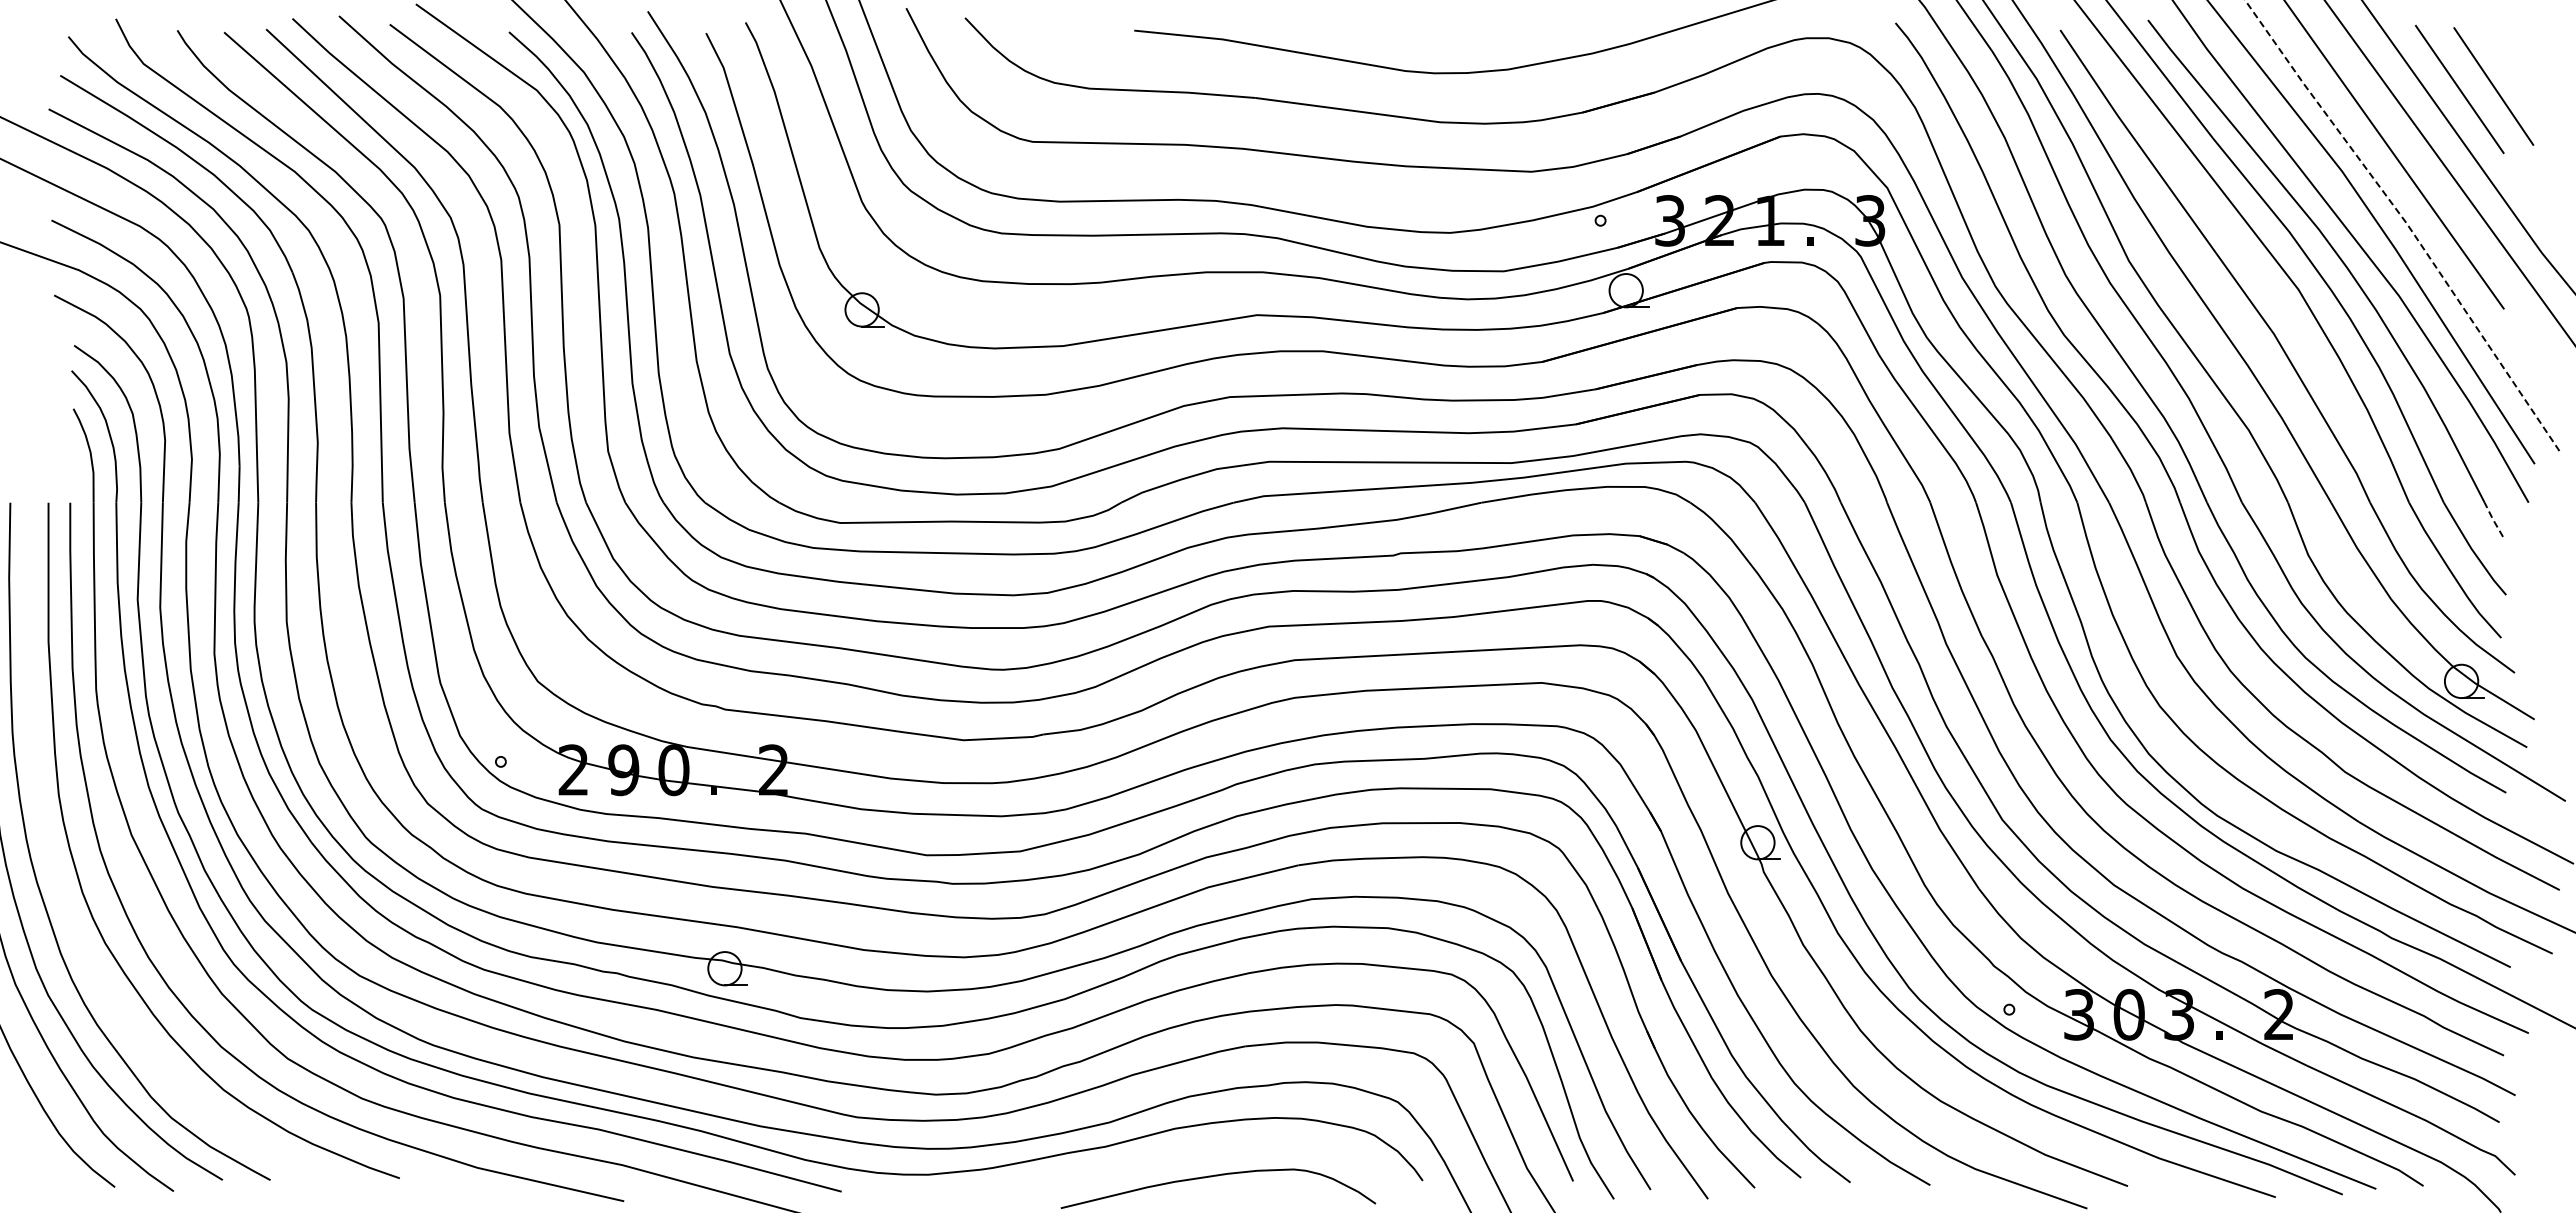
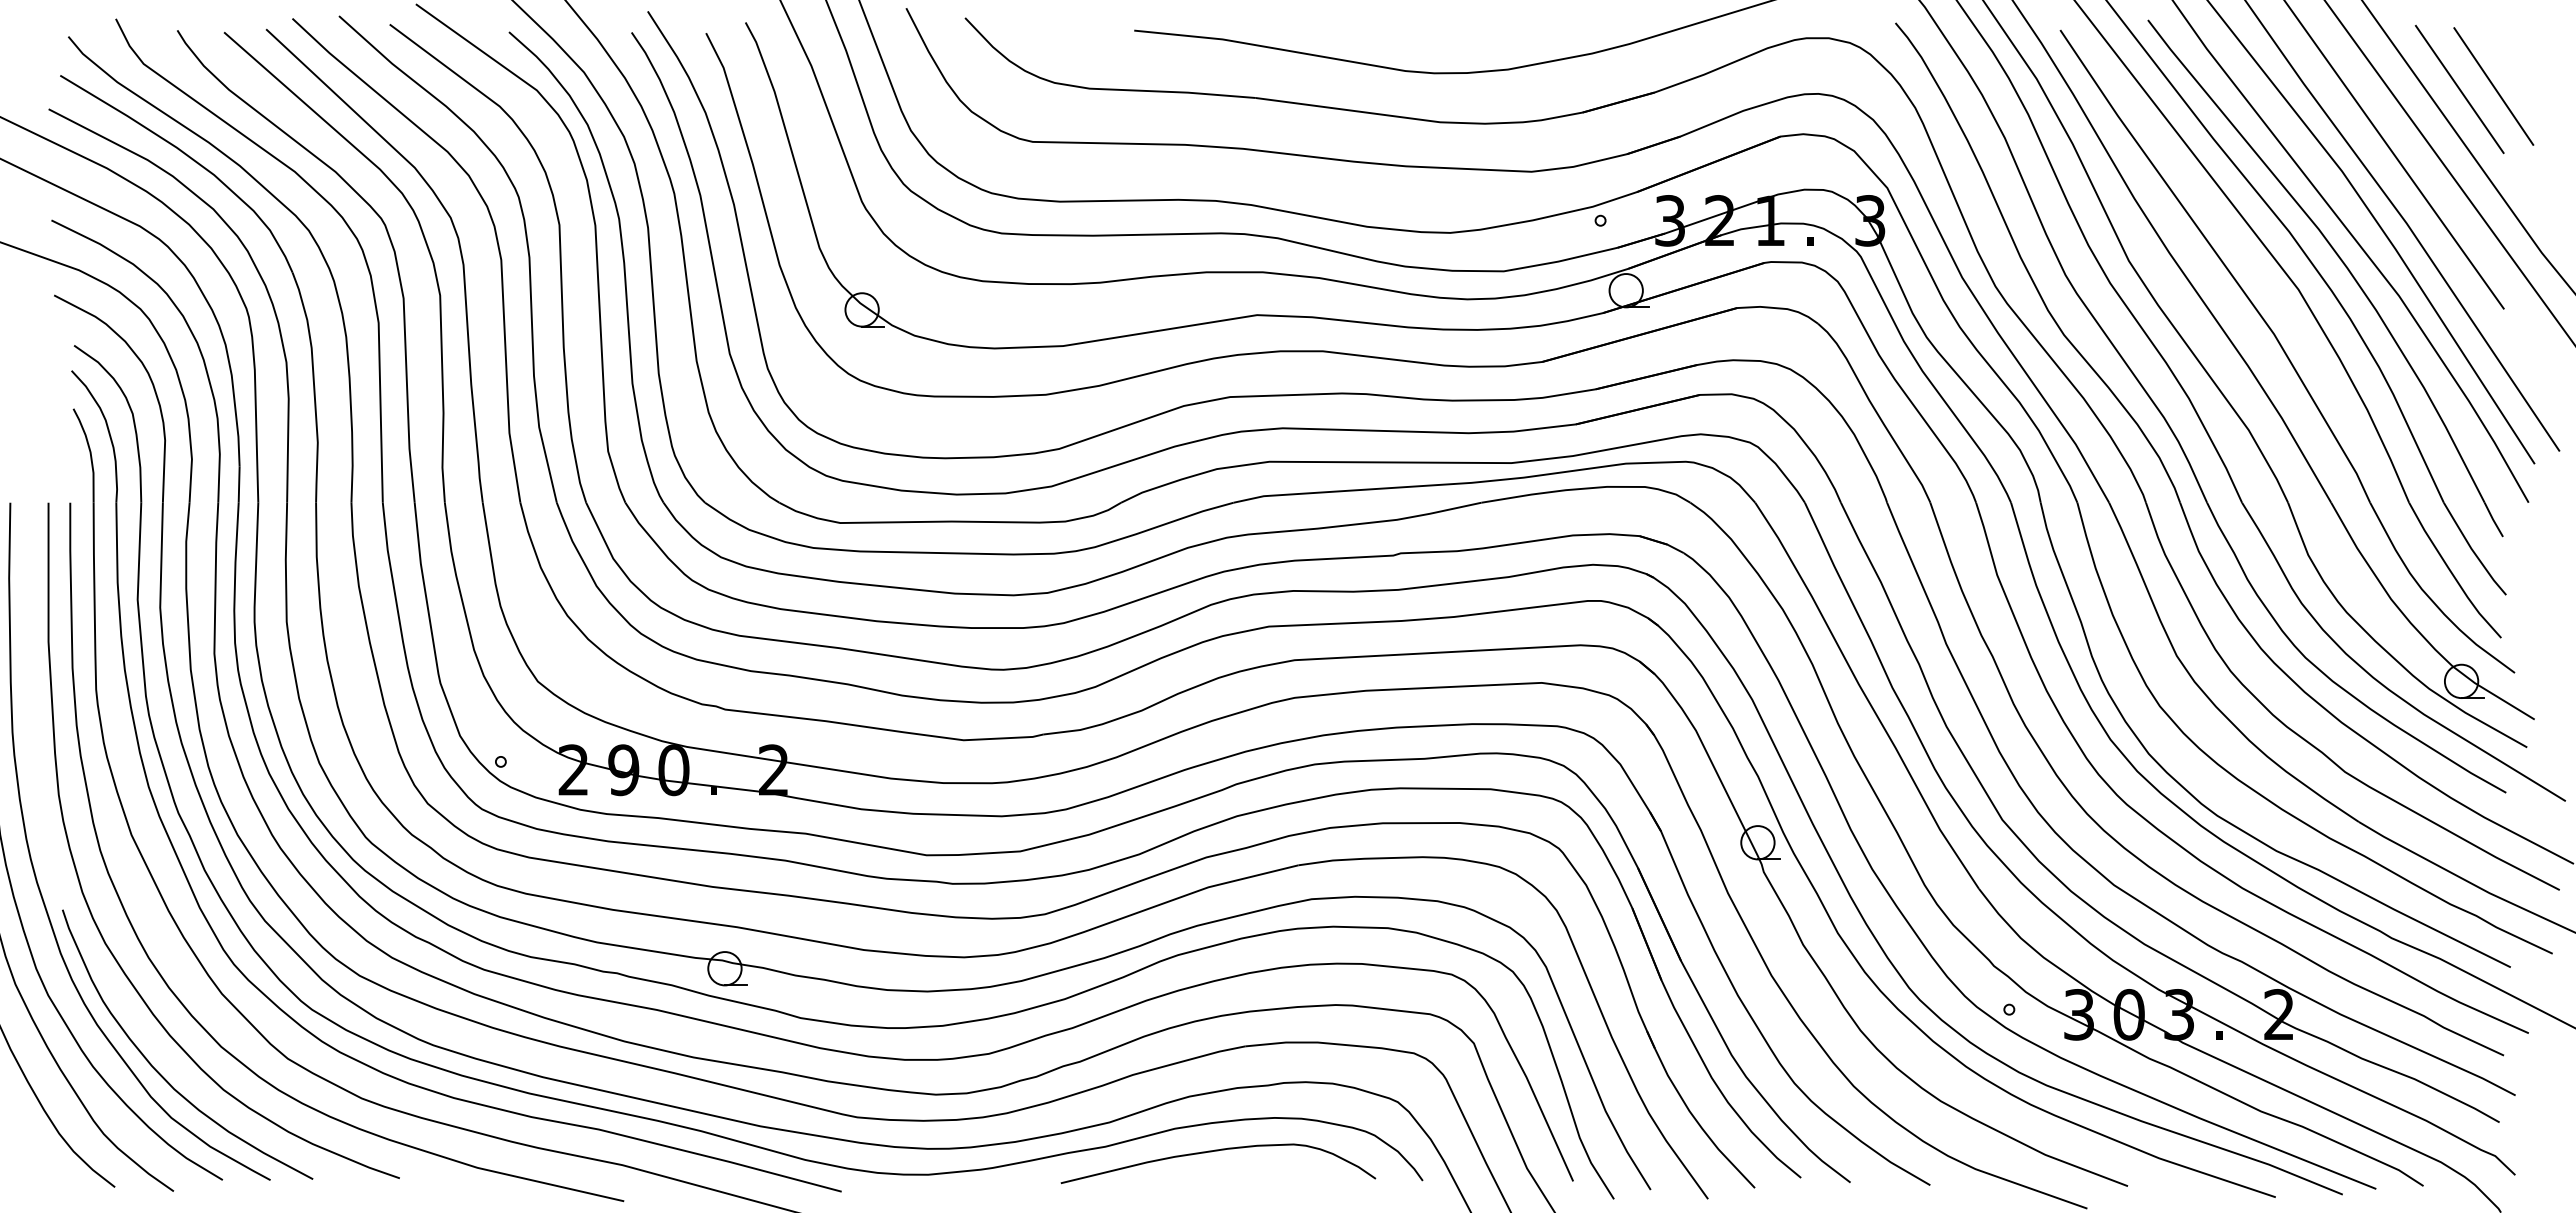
line at (2406, 223): dashed -> solid
line at (2493, 519): dashed -> solid
curve at (159, 1072): none -> present
curve at (1218, 1176) position: (1218, 1176) -> (1218, 1151)
